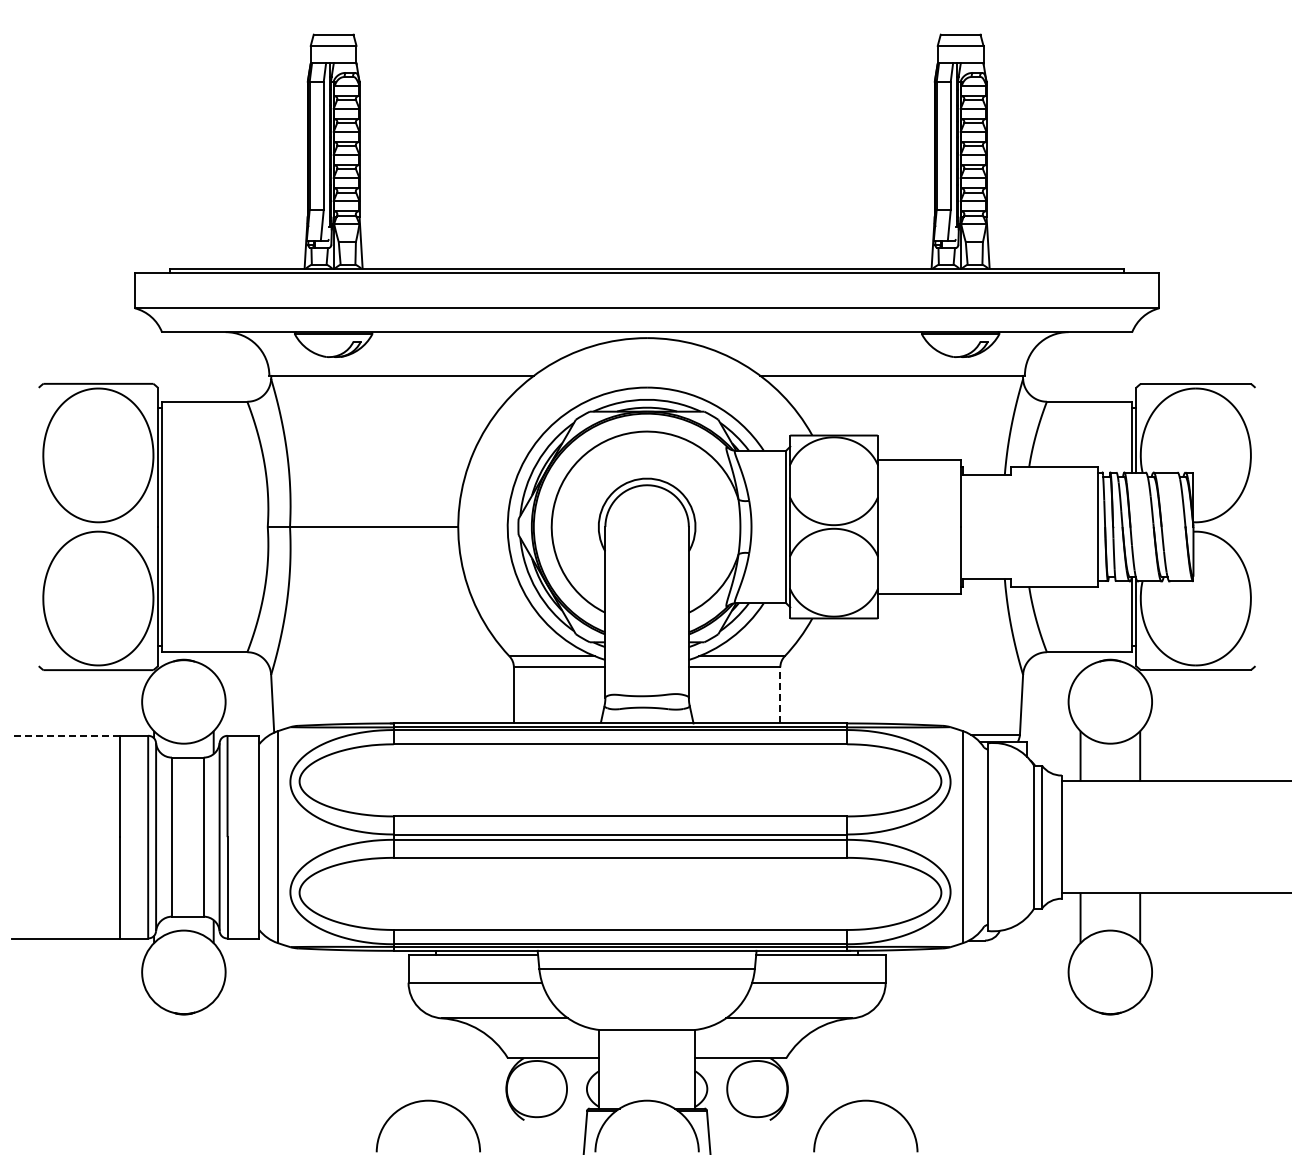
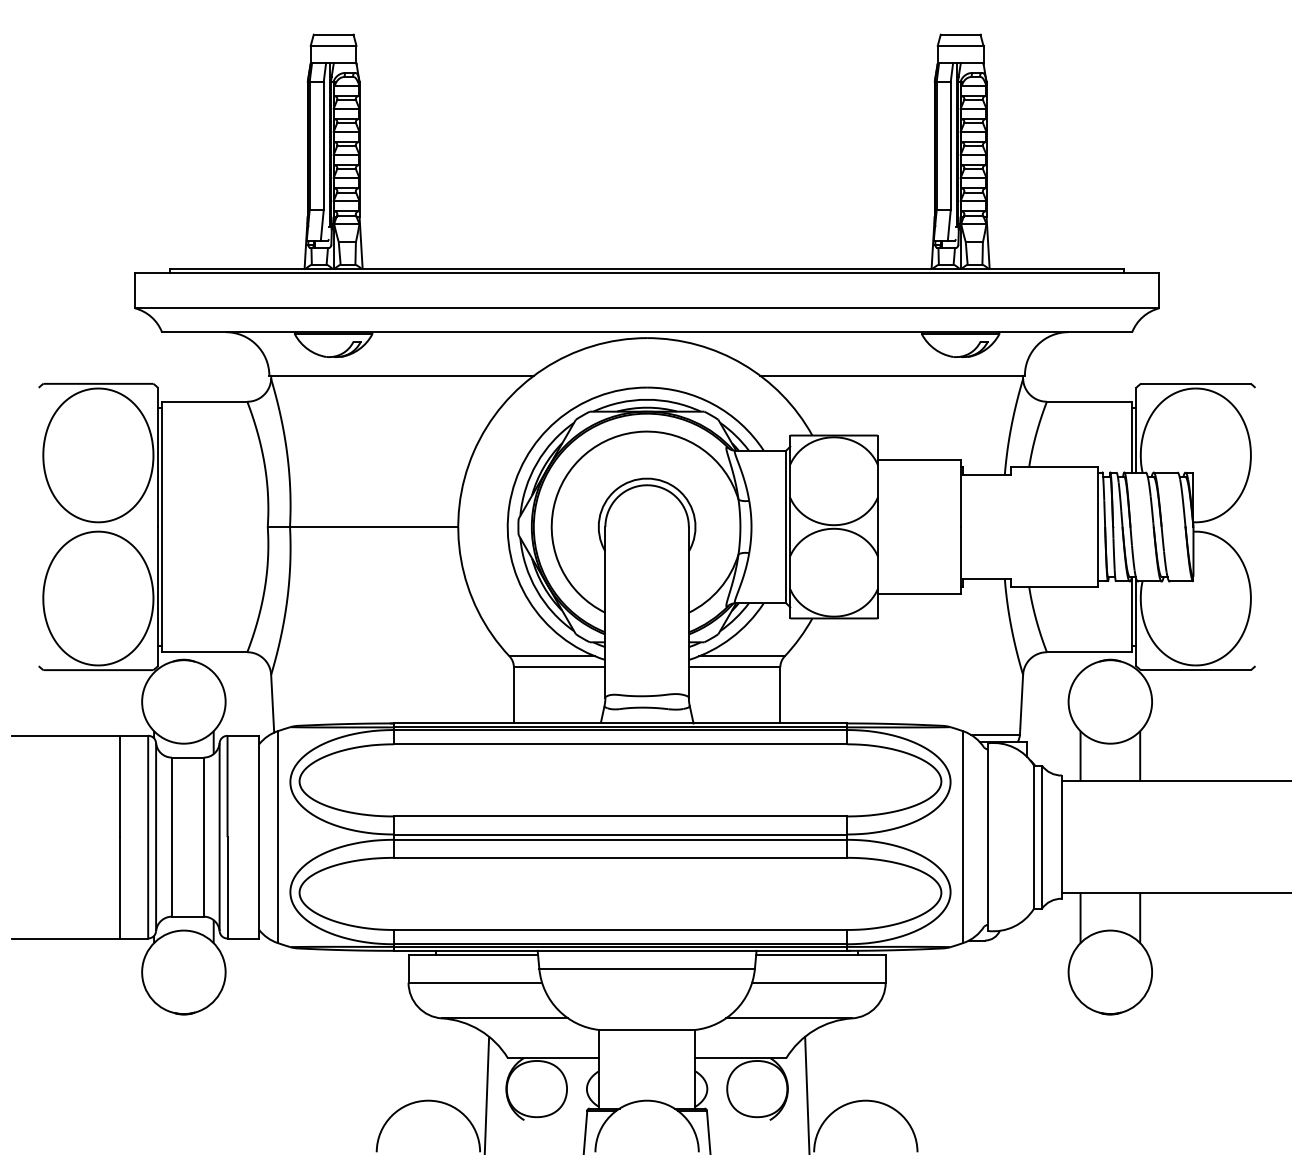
line at (780, 694): dashed -> solid
line at (65, 735): dashed -> solid
line at (486, 1093): none -> present
line at (807, 1093): none -> present
